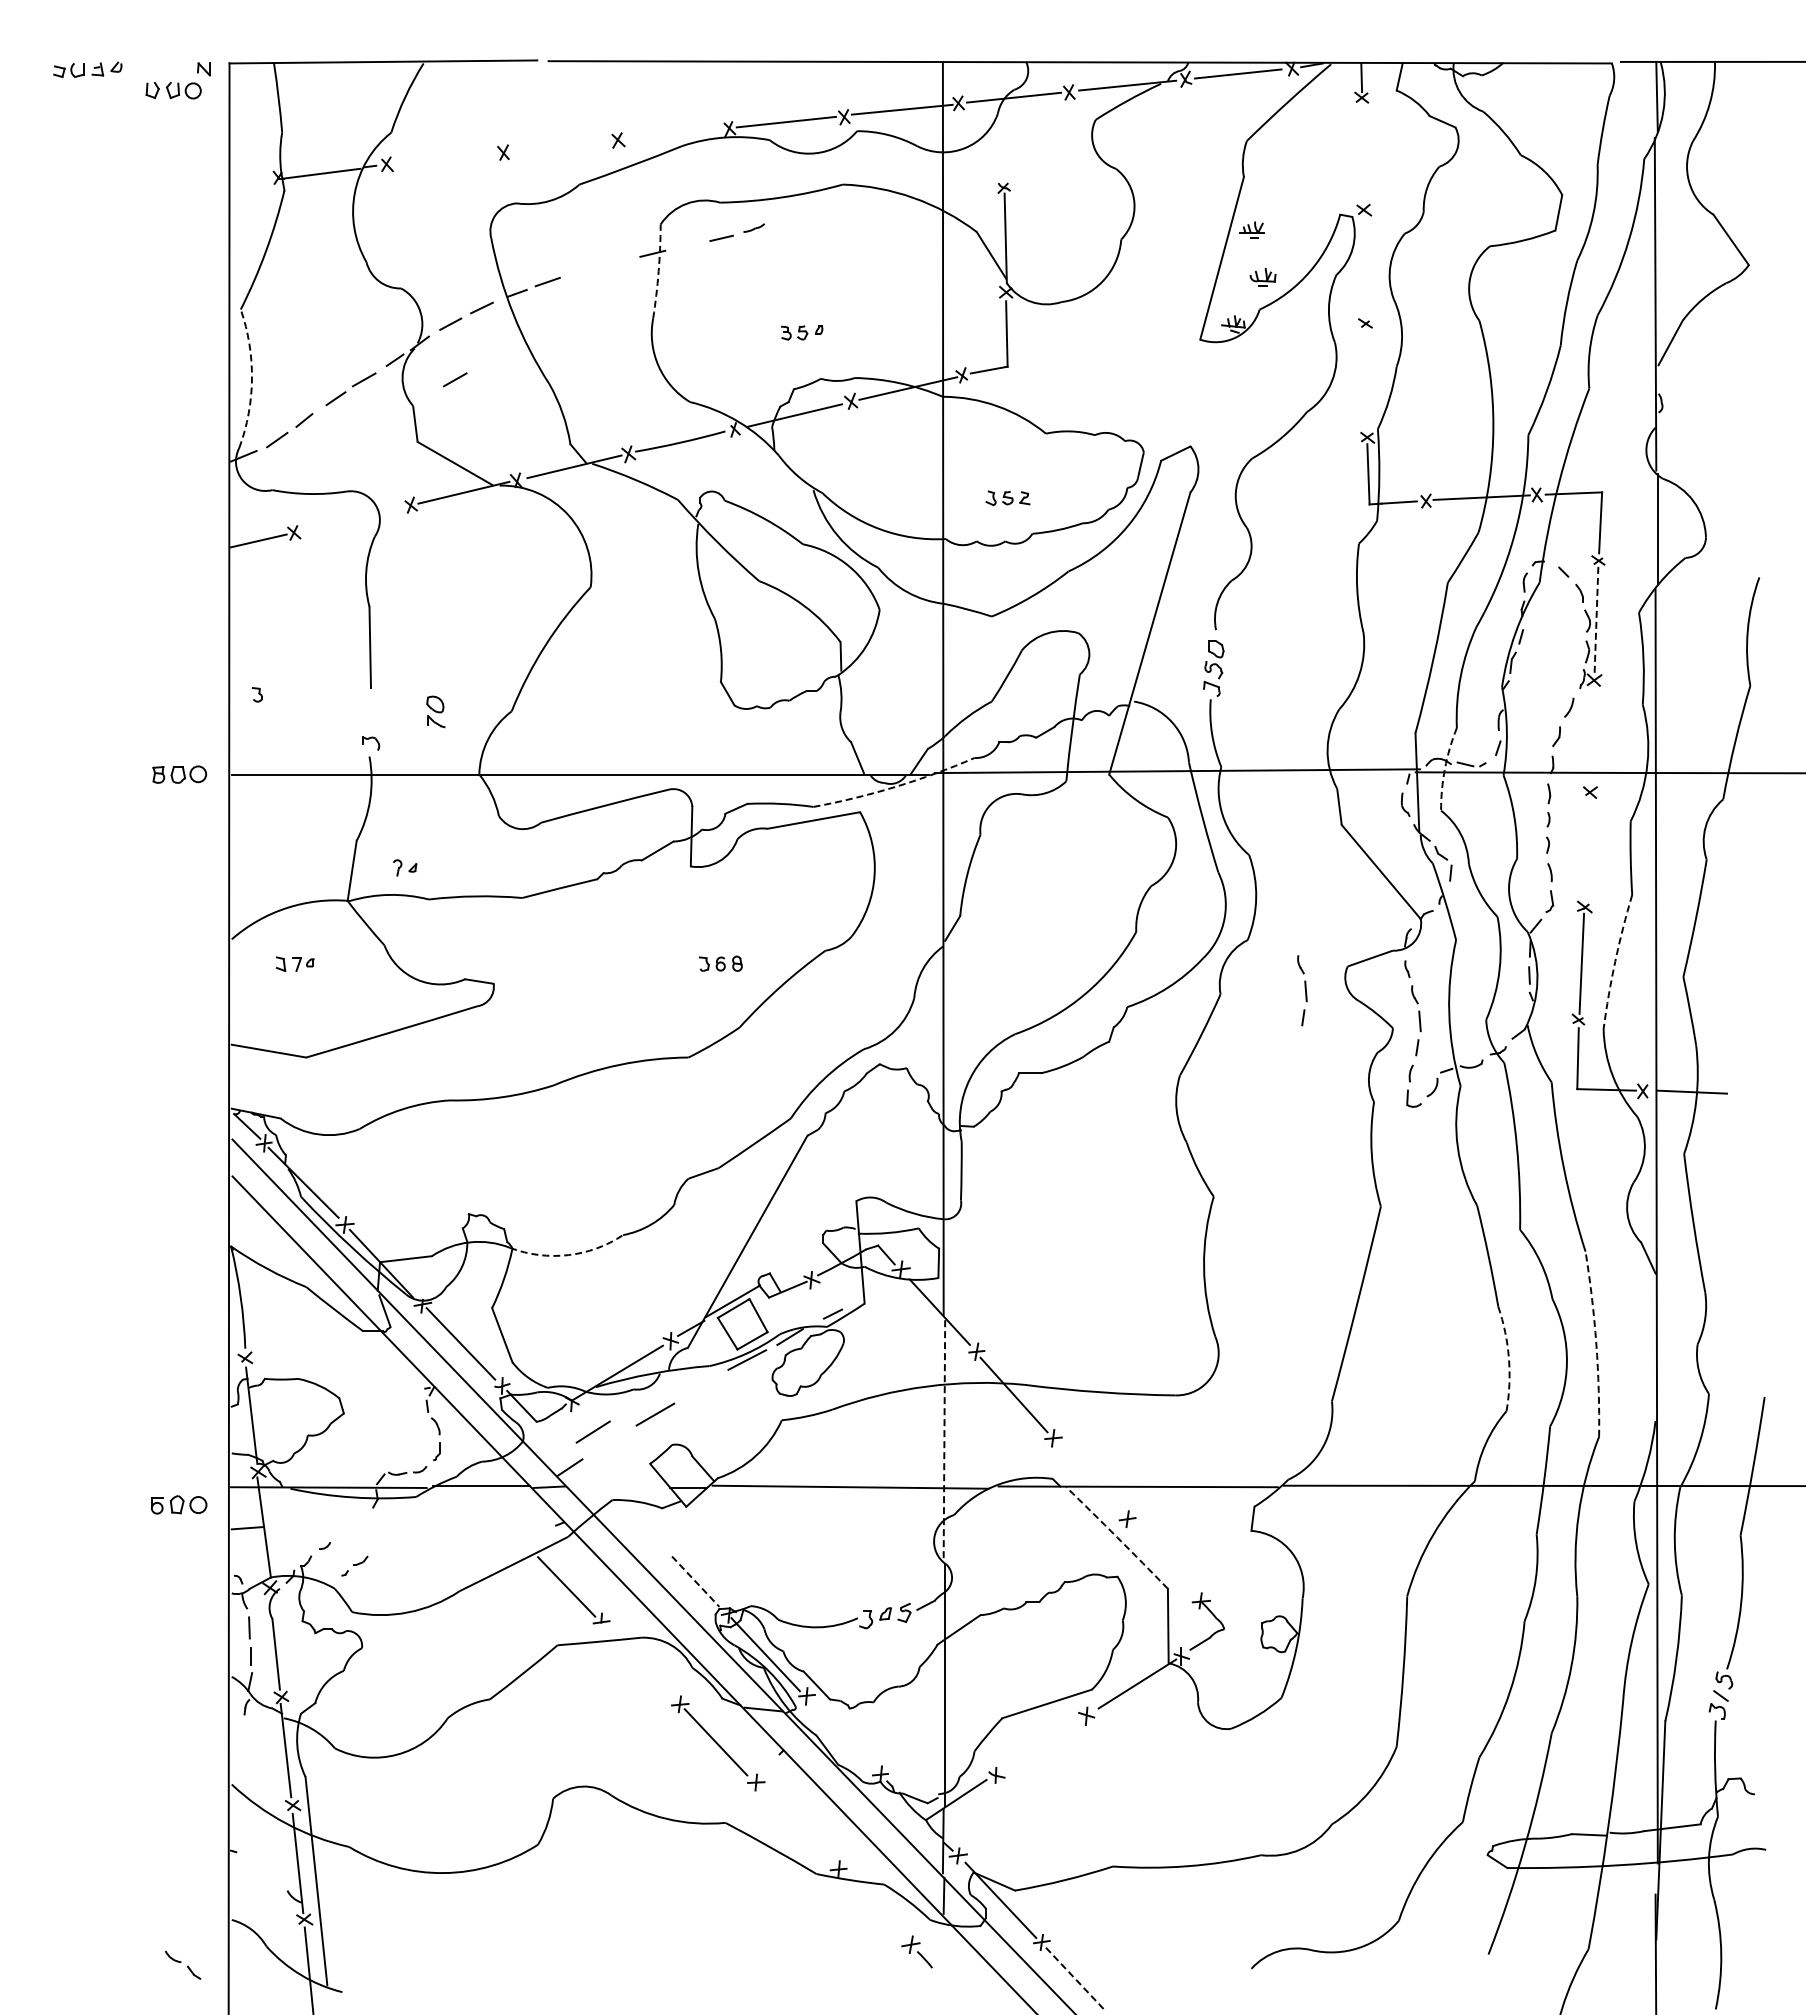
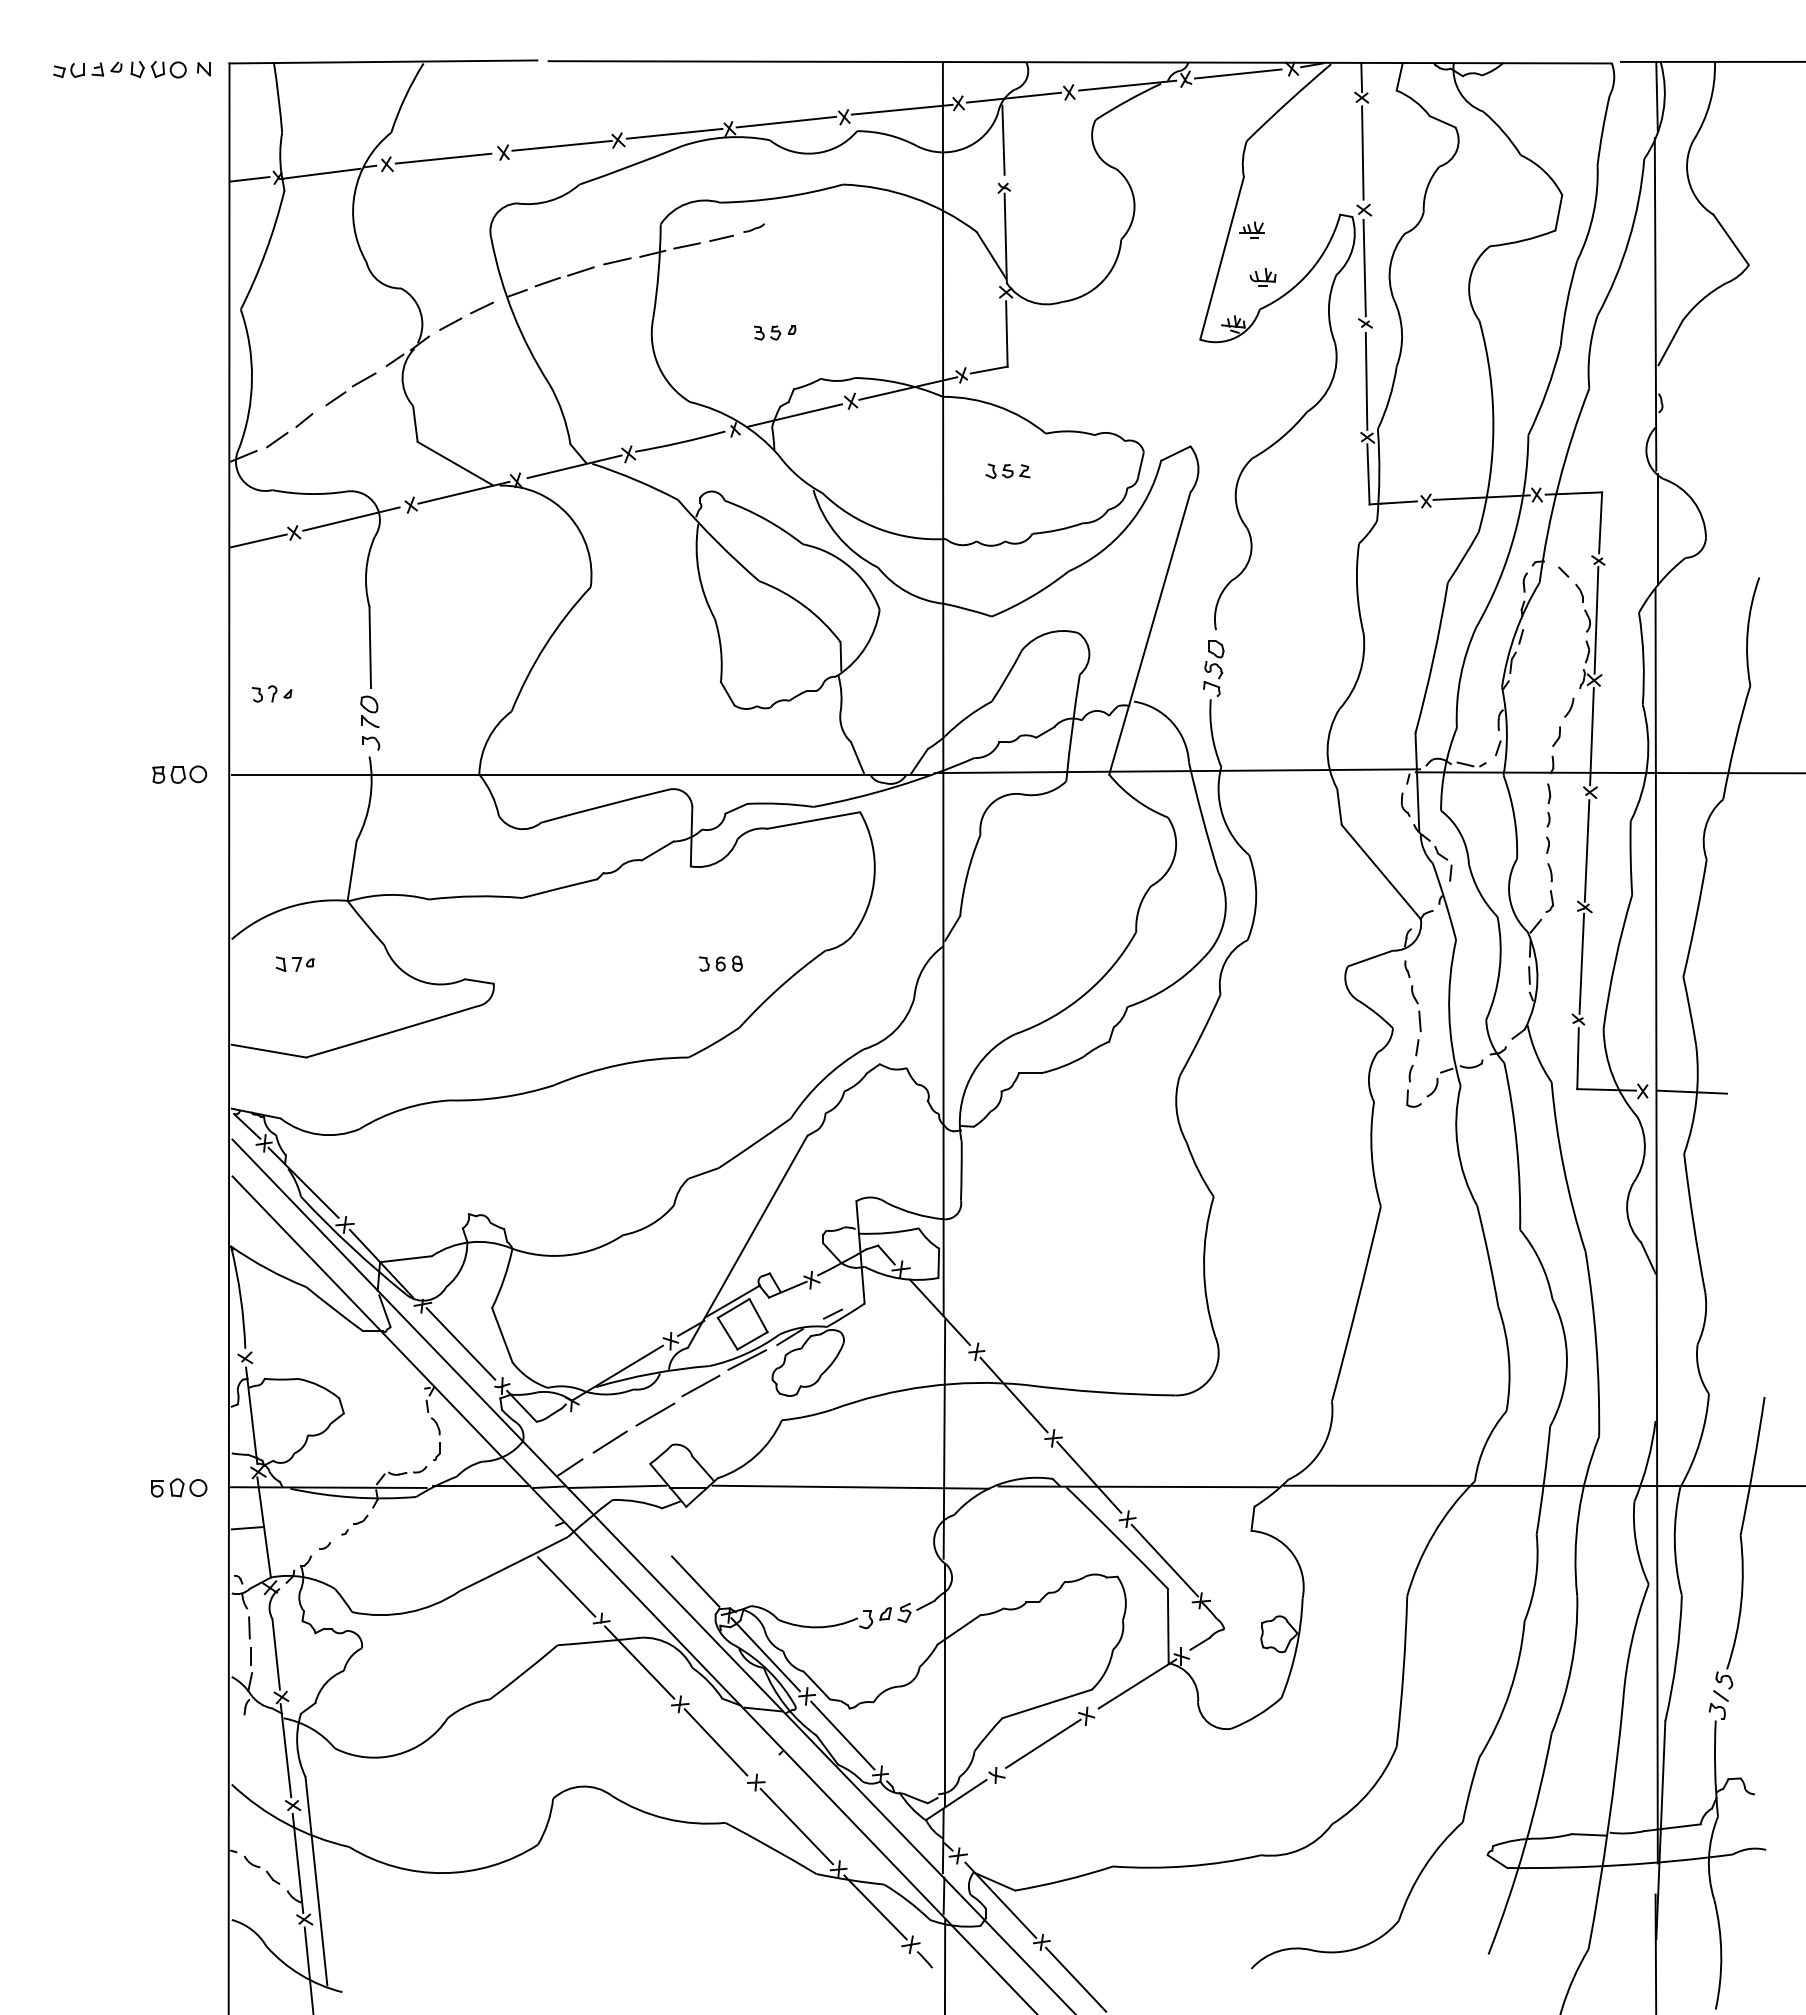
part at (173, 90) position: (173, 90) -> (158, 69)
line at (674, 133): none -> present
line at (1003, 139): none -> present
line at (561, 145): none -> present
line at (1362, 152): none -> present
line at (443, 158): none -> present
line at (249, 179): none -> present
line at (686, 245): none -> present
line at (617, 261): none -> present
line at (1364, 267): none -> present
line at (580, 271): none -> present
arc at (658, 271): dashed -> solid
part at (802, 332) position: (802, 332) -> (775, 332)
arc at (252, 378): dashed -> solid
line at (455, 379): present -> none
line at (1366, 380): none -> present
part at (1007, 498) position: (1007, 498) -> (1007, 471)
line at (351, 518): none -> present
line at (1596, 620): dashed -> solid
part at (435, 711) position: (435, 711) -> (369, 711)
line at (1591, 736): none -> present
arc at (1445, 768): dashed -> solid
arc at (895, 786): dashed -> solid
line at (1586, 850): none -> present
part at (405, 867) position: (405, 867) -> (280, 693)
arc at (1615, 961): dashed -> solid
part at (1302, 990): present -> none
arc at (568, 1255): dashed -> solid
arc at (1596, 1343): dashed -> solid
arc at (1508, 1358): dashed -> solid
line at (700, 1385): none -> present
line at (592, 1431) position: (592, 1431) -> (609, 1441)
line at (944, 1439): dashed -> solid
line at (1089, 1477): none -> present
line at (616, 1486): none -> present
part at (179, 1504) position: (179, 1504) -> (179, 1487)
arc at (1117, 1537): dashed -> solid
line at (1164, 1560): none -> present
part at (354, 1565) position: (354, 1565) -> (354, 1524)
line at (695, 1581): dashed -> solid
line at (639, 1662): none -> present
line at (842, 1735): none -> present
line at (1043, 1743): none -> present
line at (796, 1826): none -> present
line at (875, 1907): none -> present
part at (183, 1964) position: (183, 1964) -> (262, 1869)
line at (944, 1965): none -> present
line at (1076, 1979): dashed -> solid
